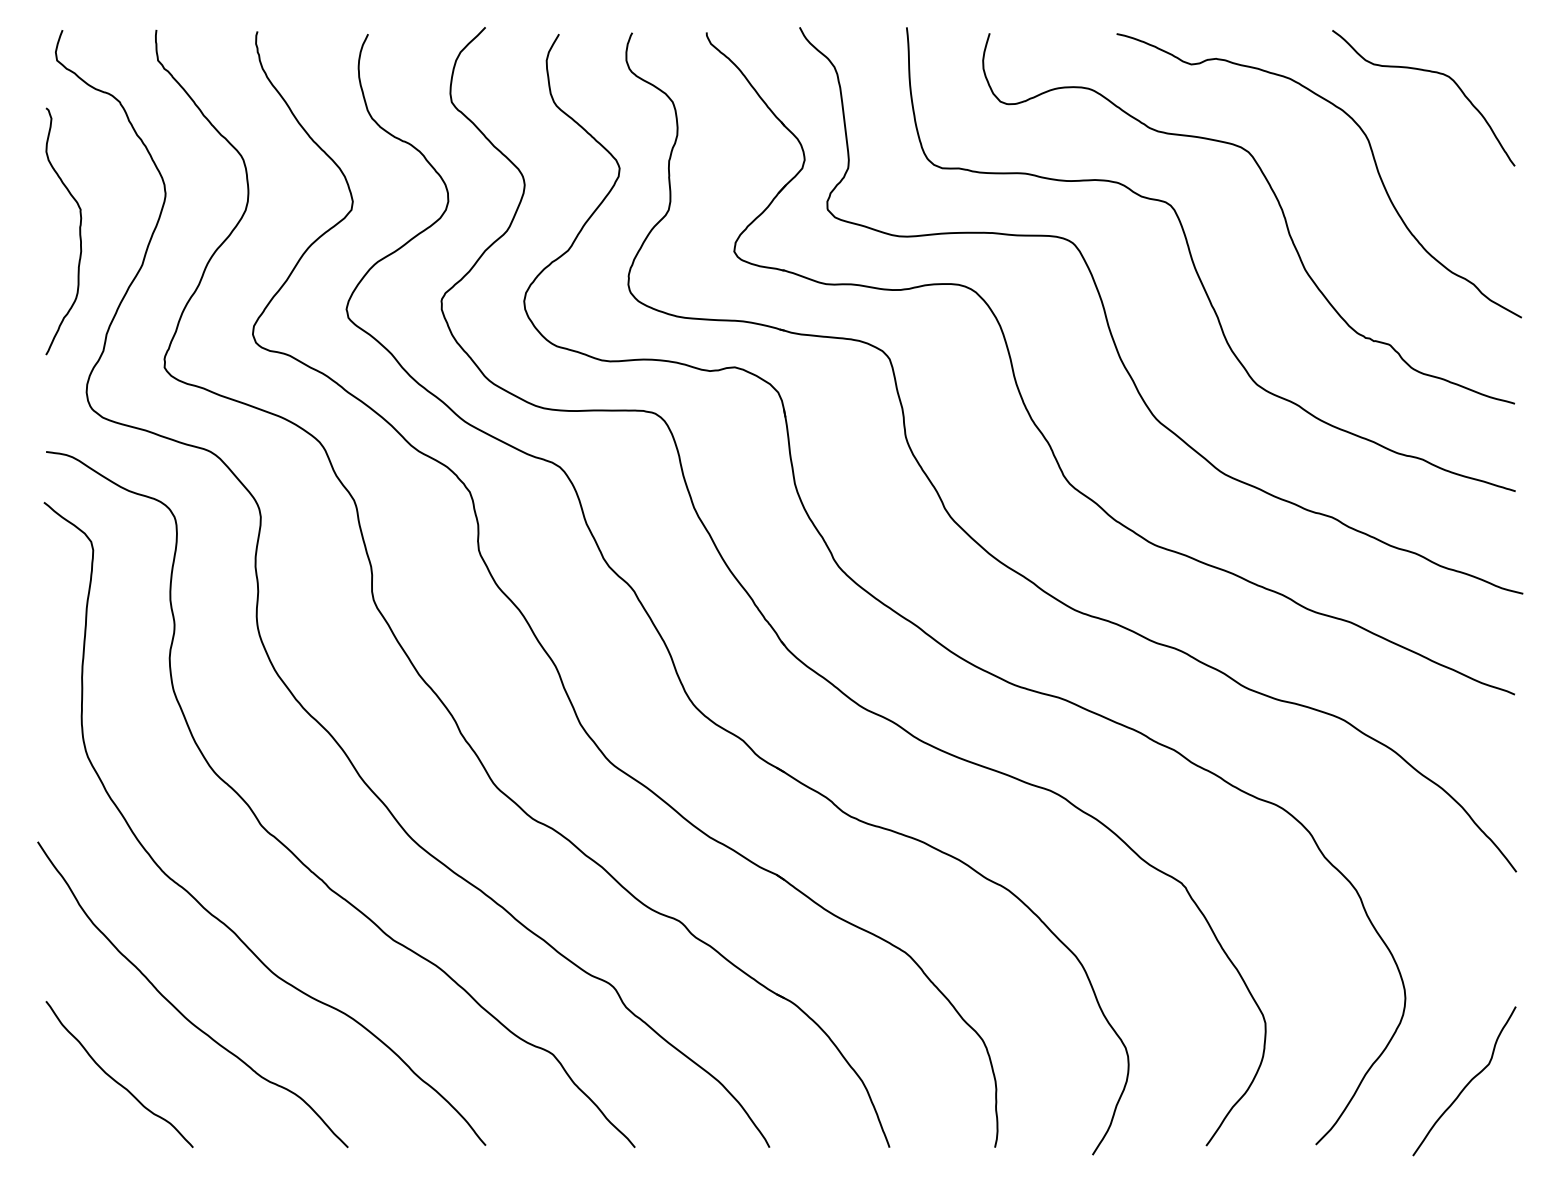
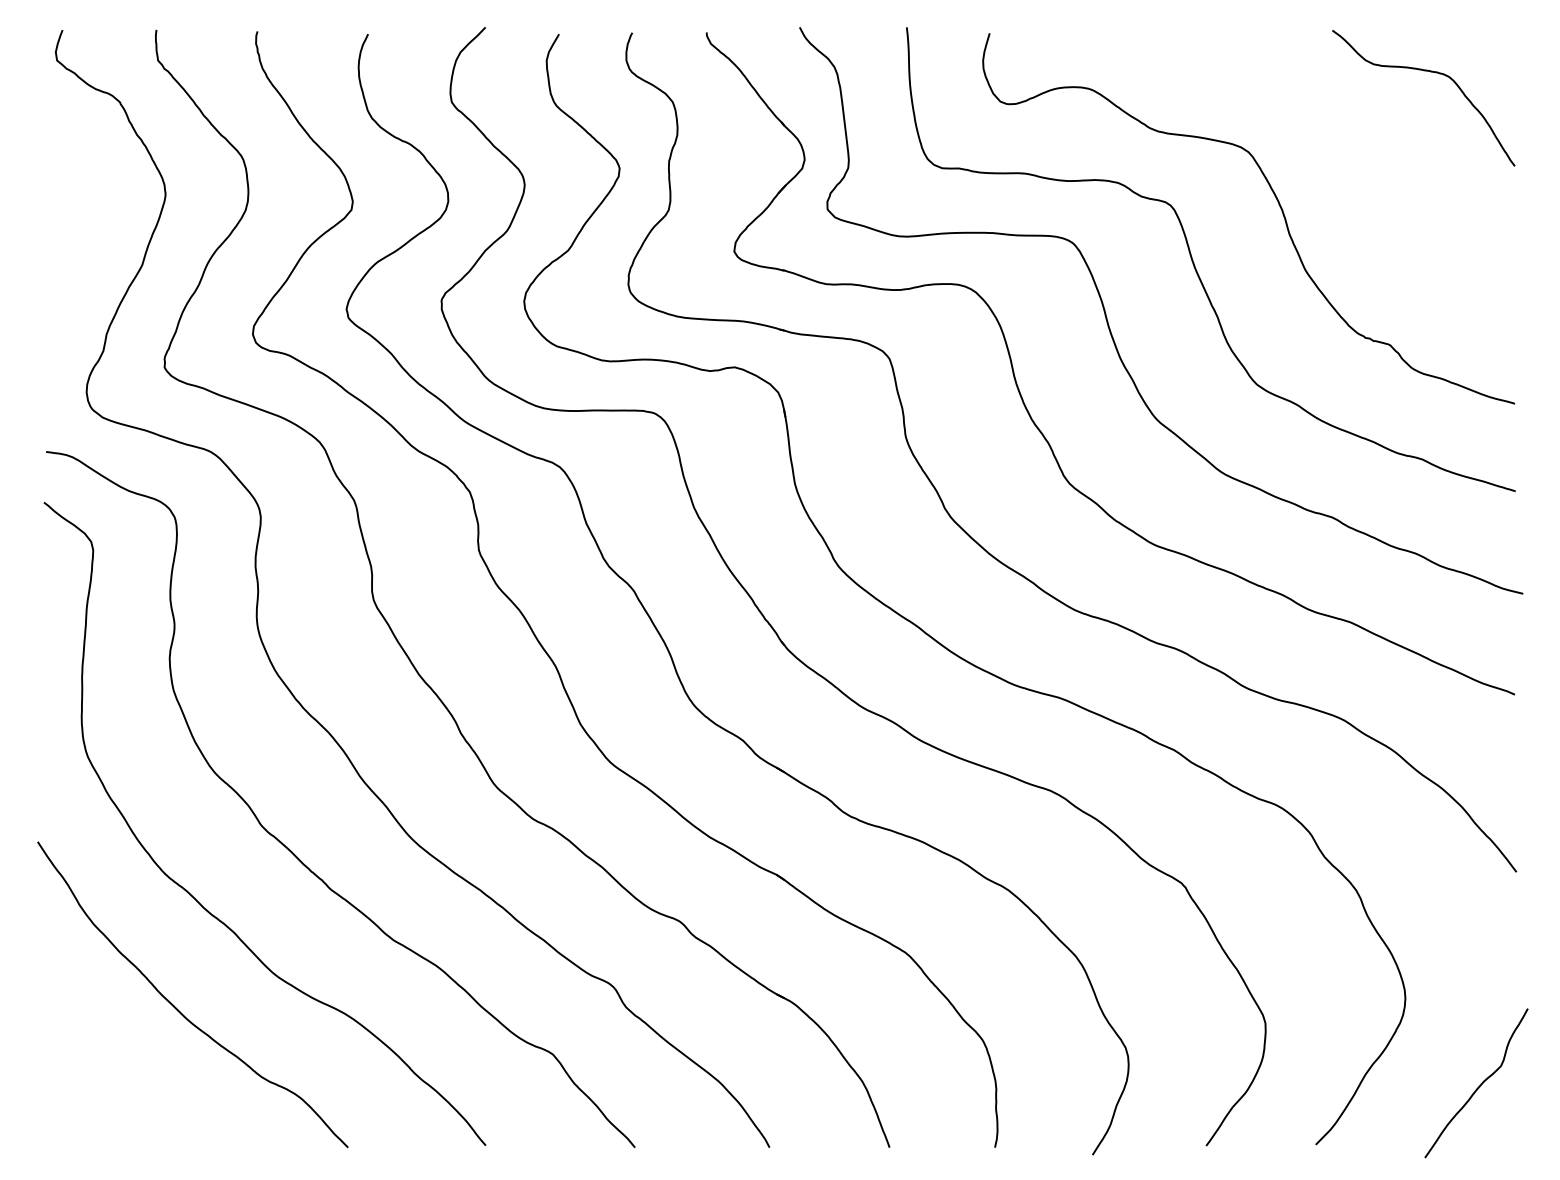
curve at (1372, 157): present -> none
curve at (79, 231): present -> none
curve at (115, 1079): present -> none
curve at (1467, 1083) position: (1467, 1083) -> (1479, 1085)
